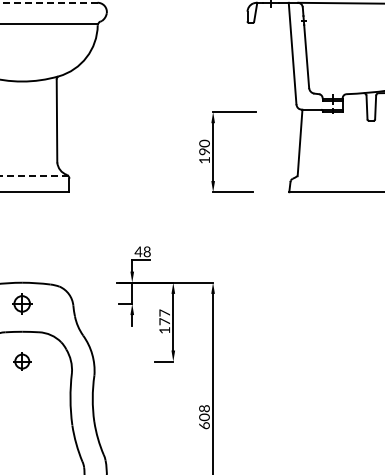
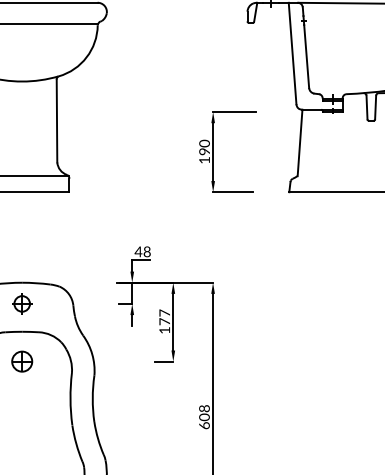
line at (48, 2): dashed -> solid
line at (34, 176): dashed -> solid
part at (22, 361) size: 19x19 px -> 23x23 px
